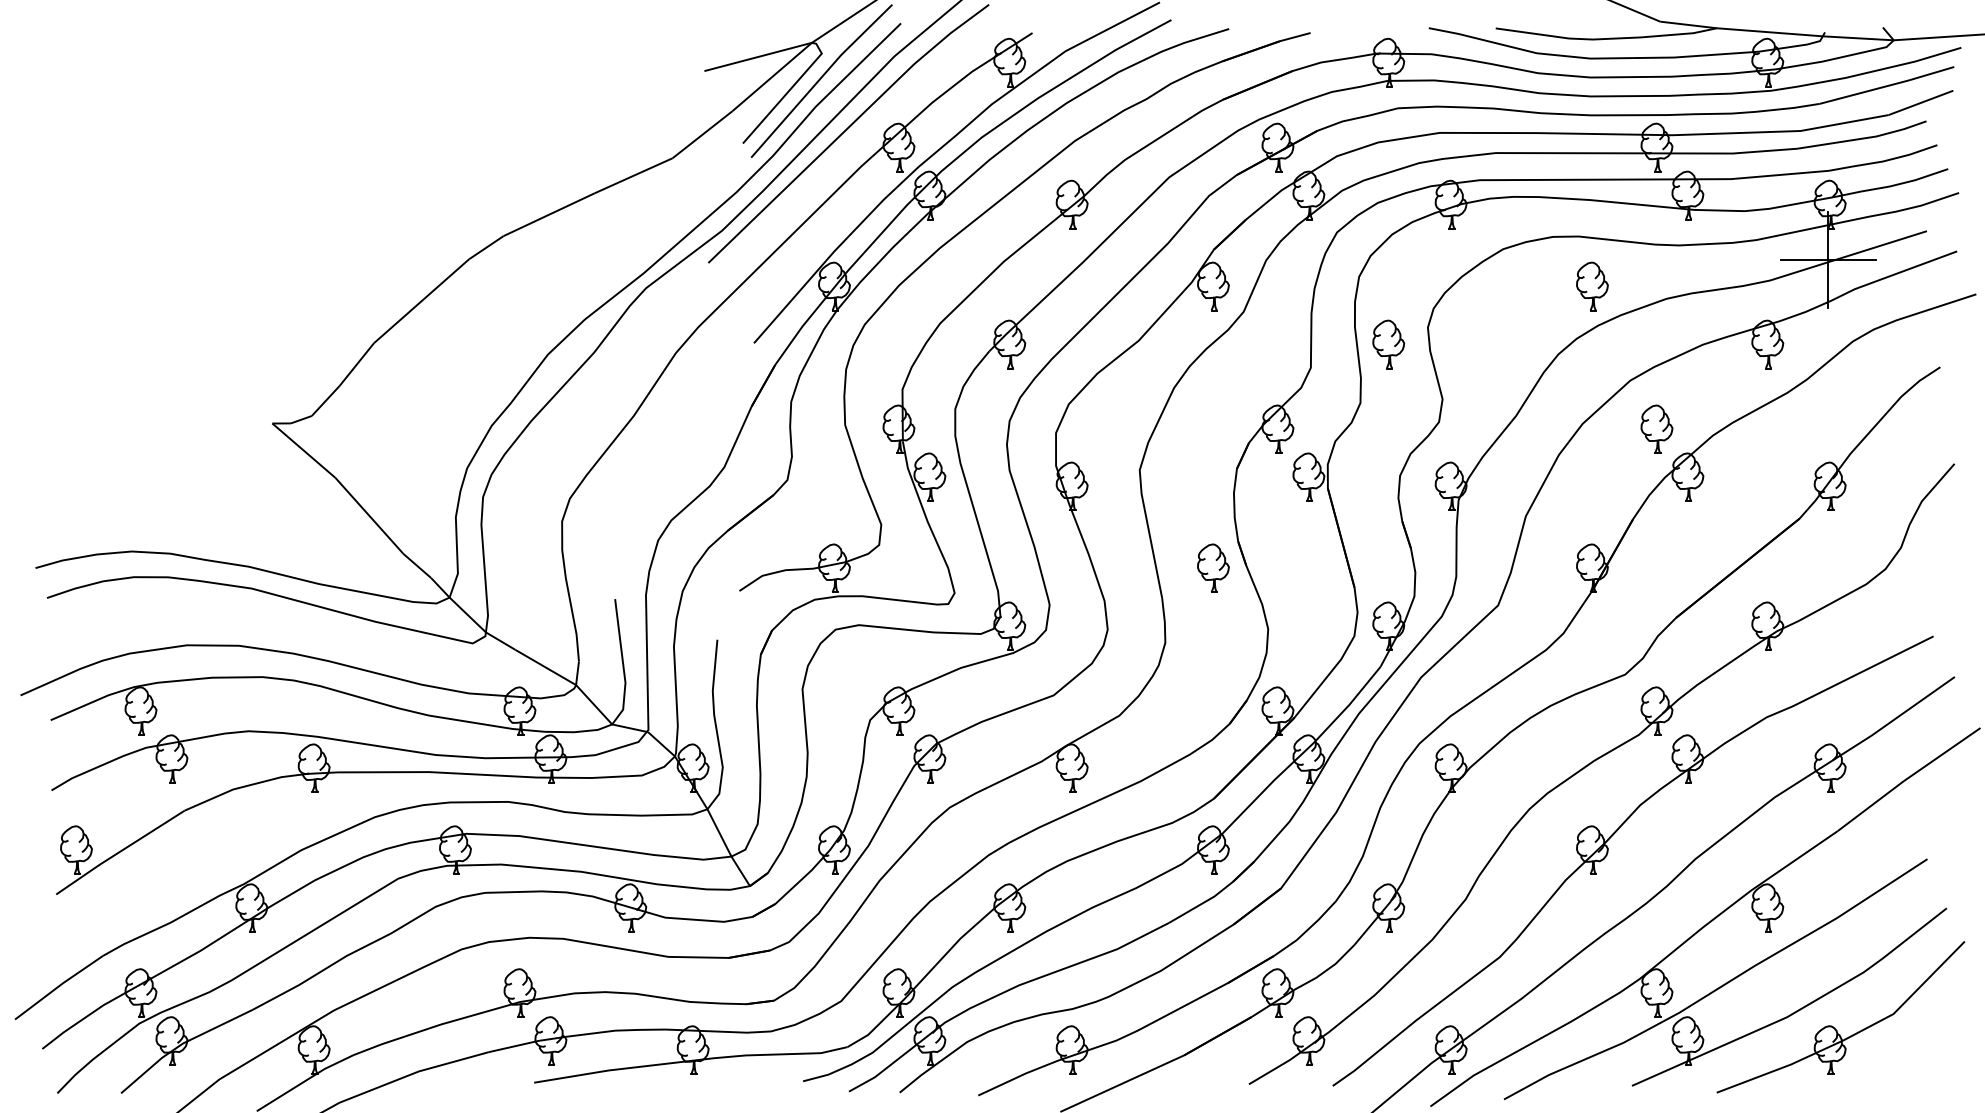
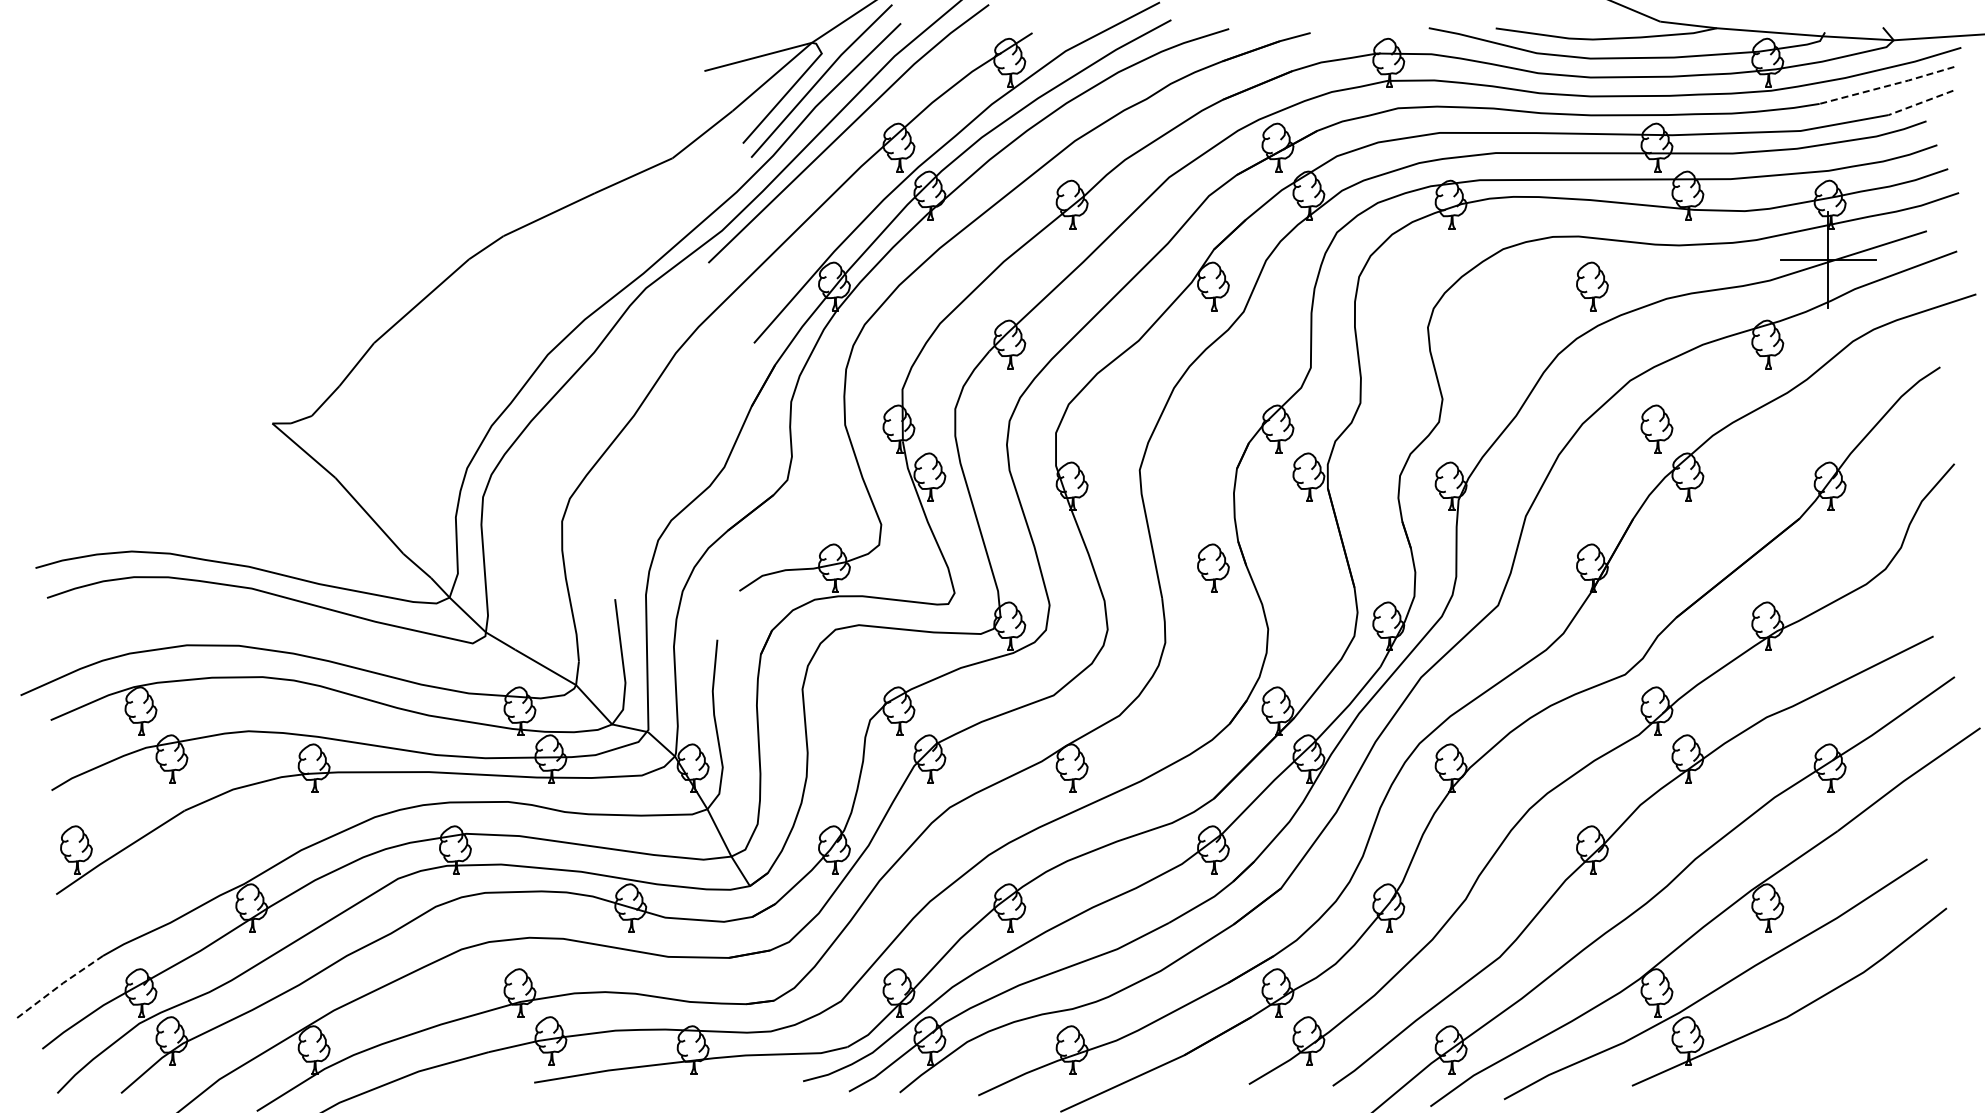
line at (1887, 86): solid -> dashed
line at (1920, 102): solid -> dashed
part at (1388, 344): present -> none
line at (58, 986): solid -> dashed
part at (1833, 1026): present -> none
